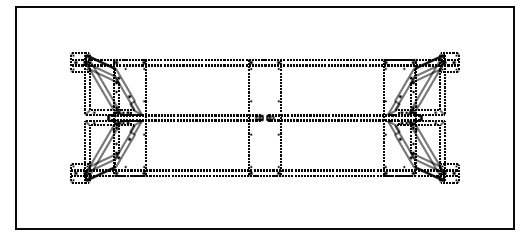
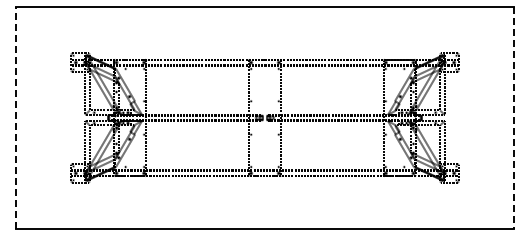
line at (15, 117): solid -> dashed
line at (514, 117): solid -> dashed
